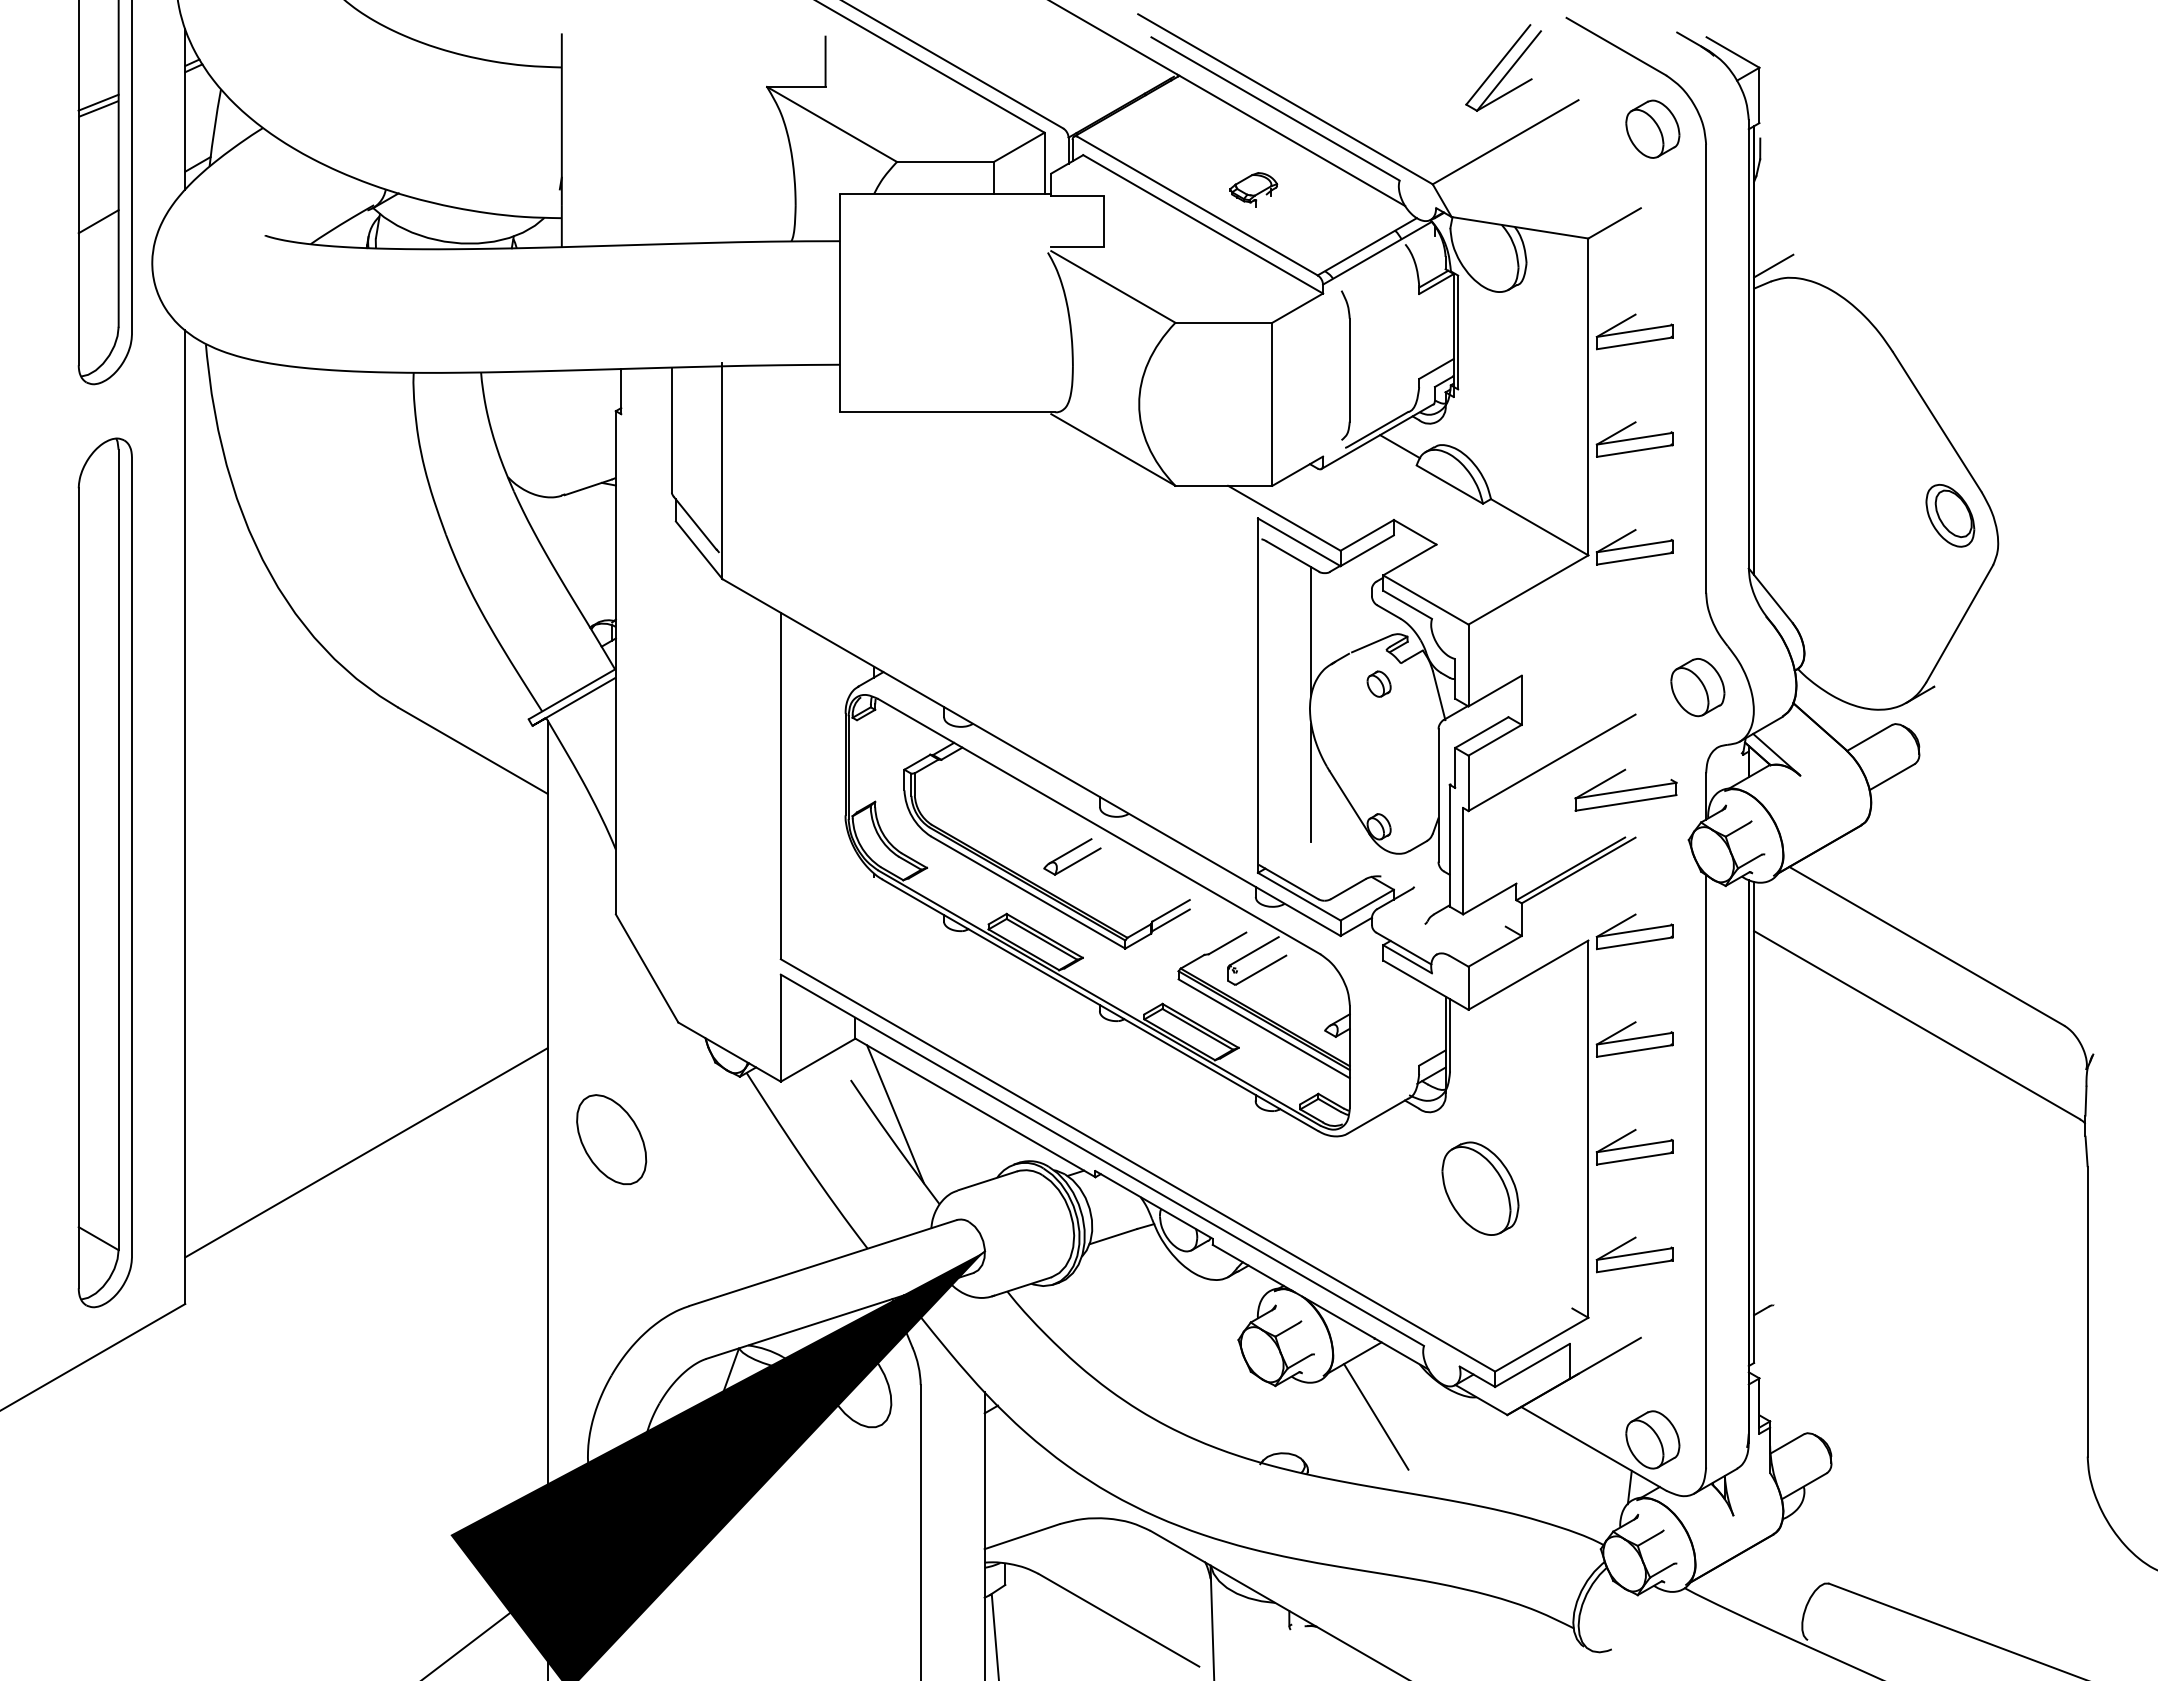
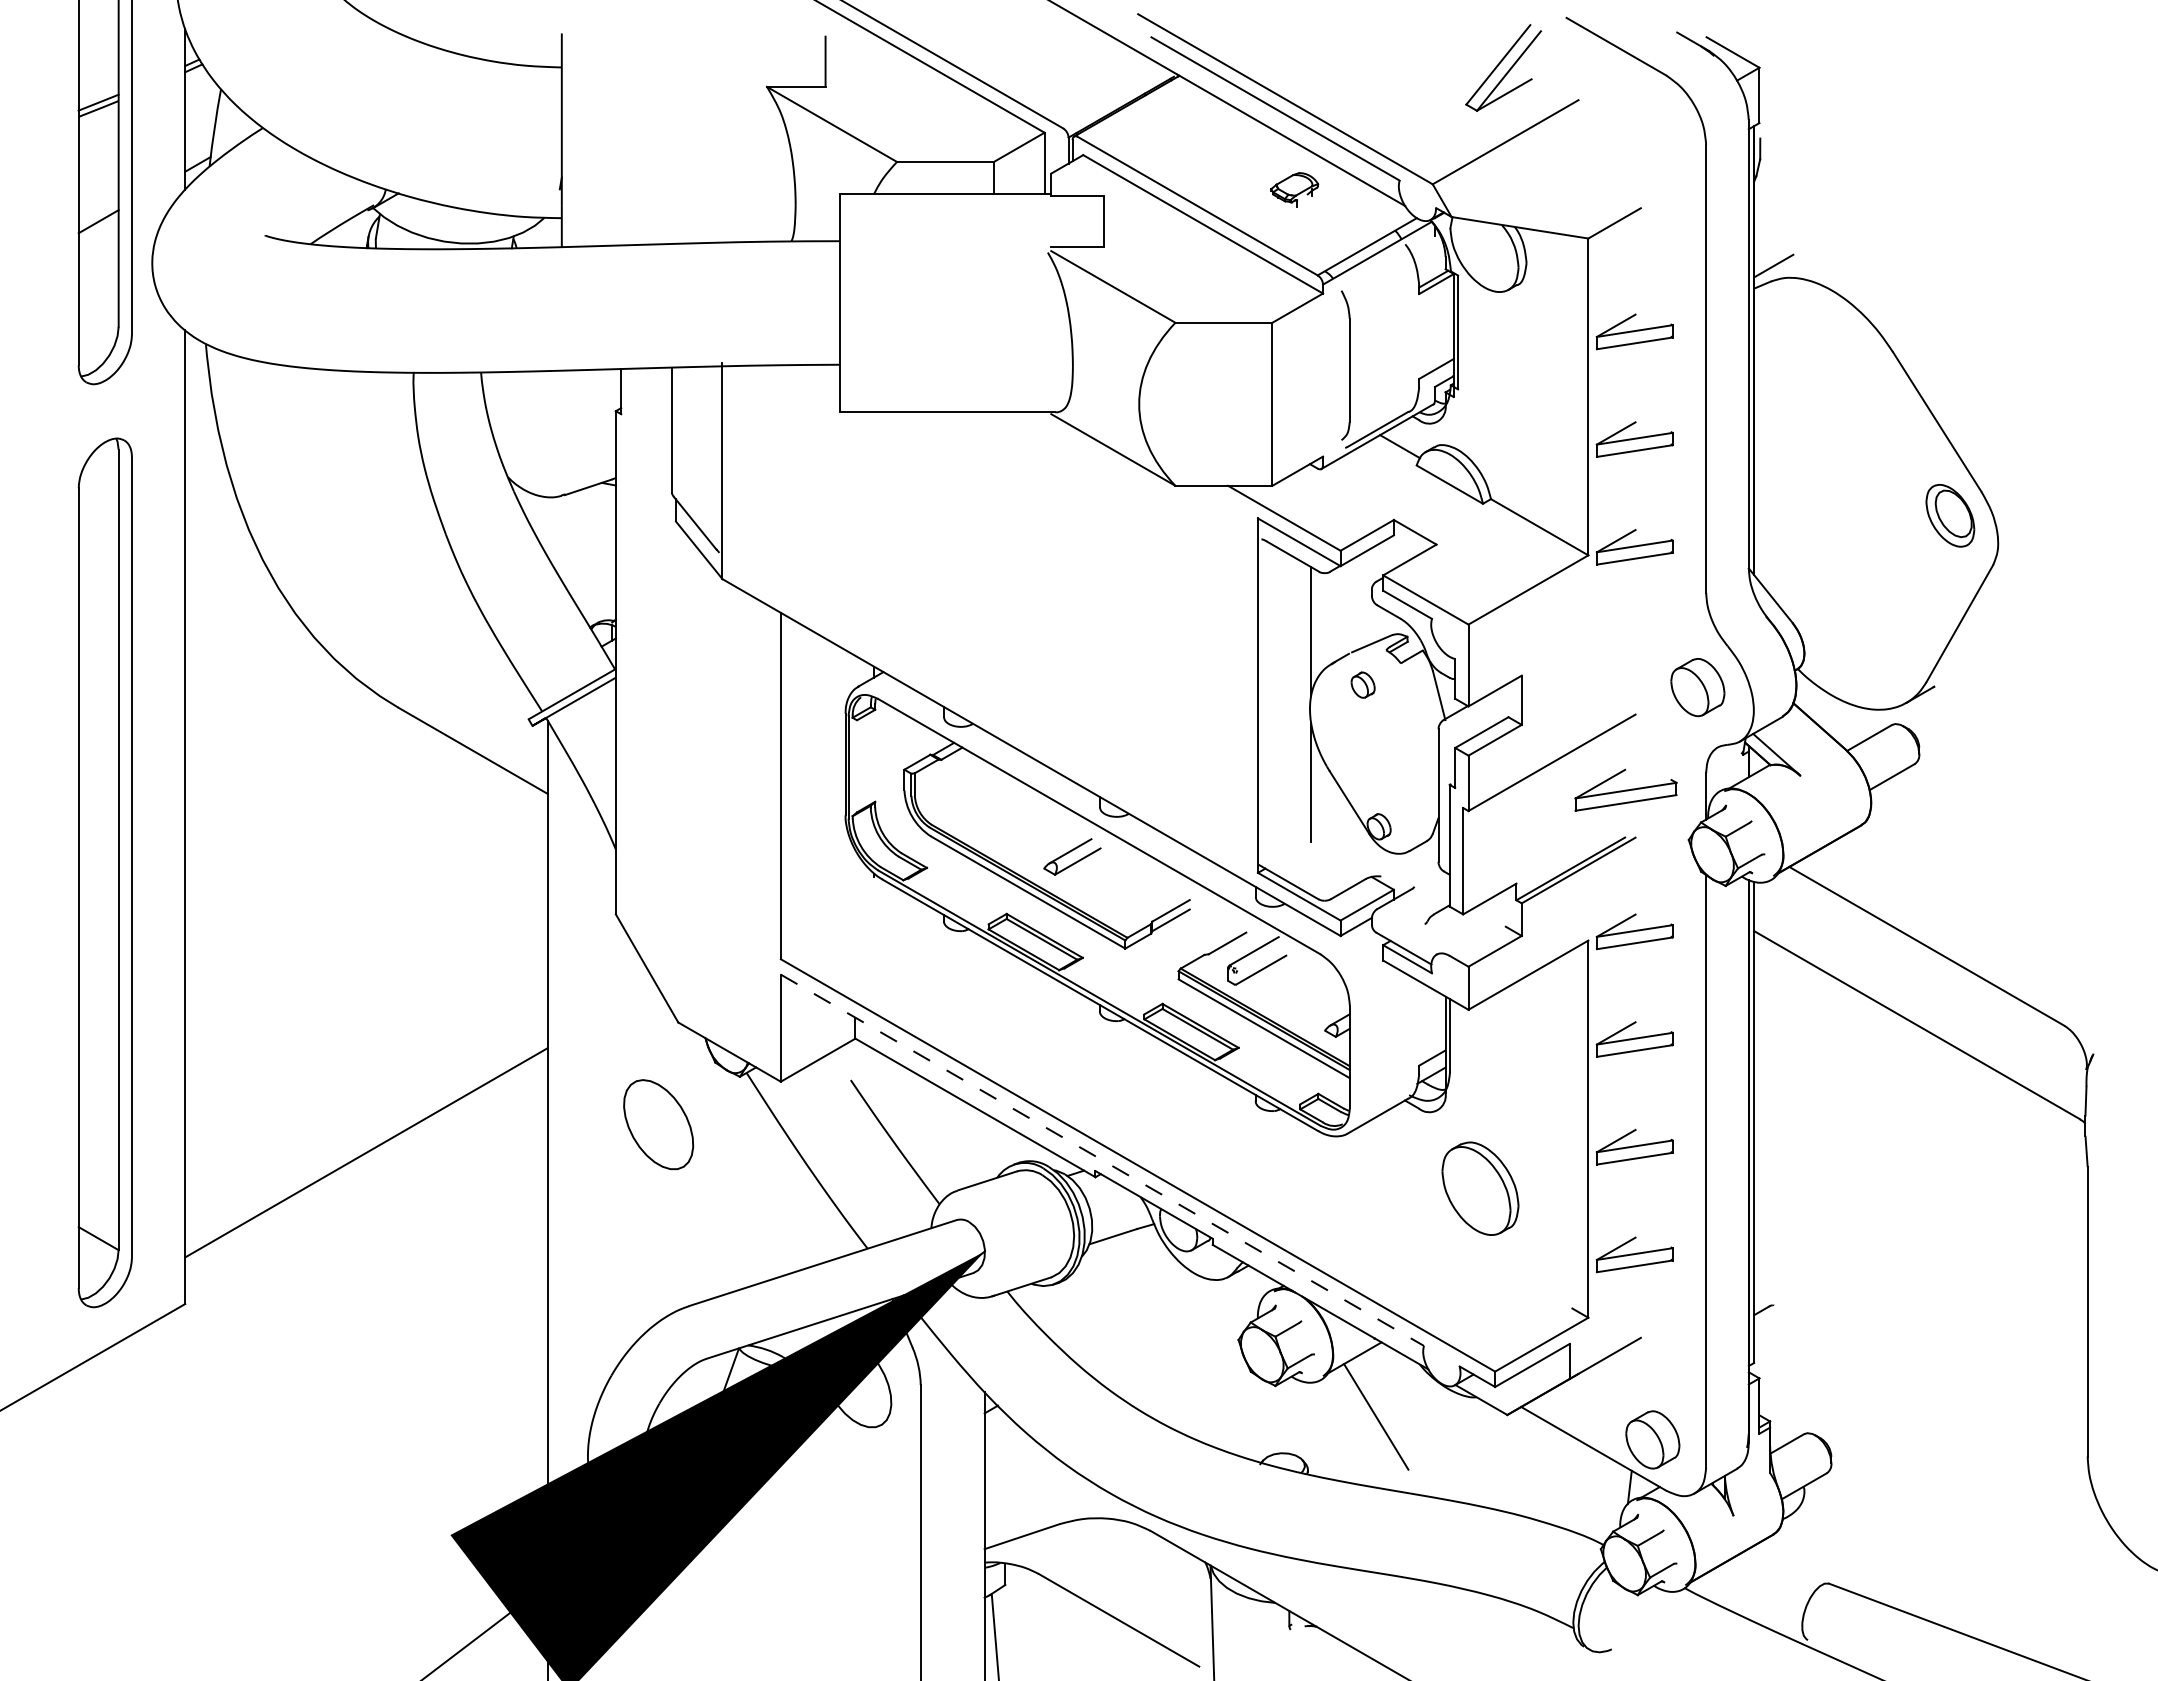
part at (1652, 128): present -> none
part at (1253, 189) position: (1253, 189) -> (1294, 189)
part at (1378, 683) position: (1378, 683) -> (1362, 684)
line at (895, 1114): present -> none
part at (611, 1139) position: (611, 1139) -> (658, 1124)
line at (1102, 1160): solid -> dashed
